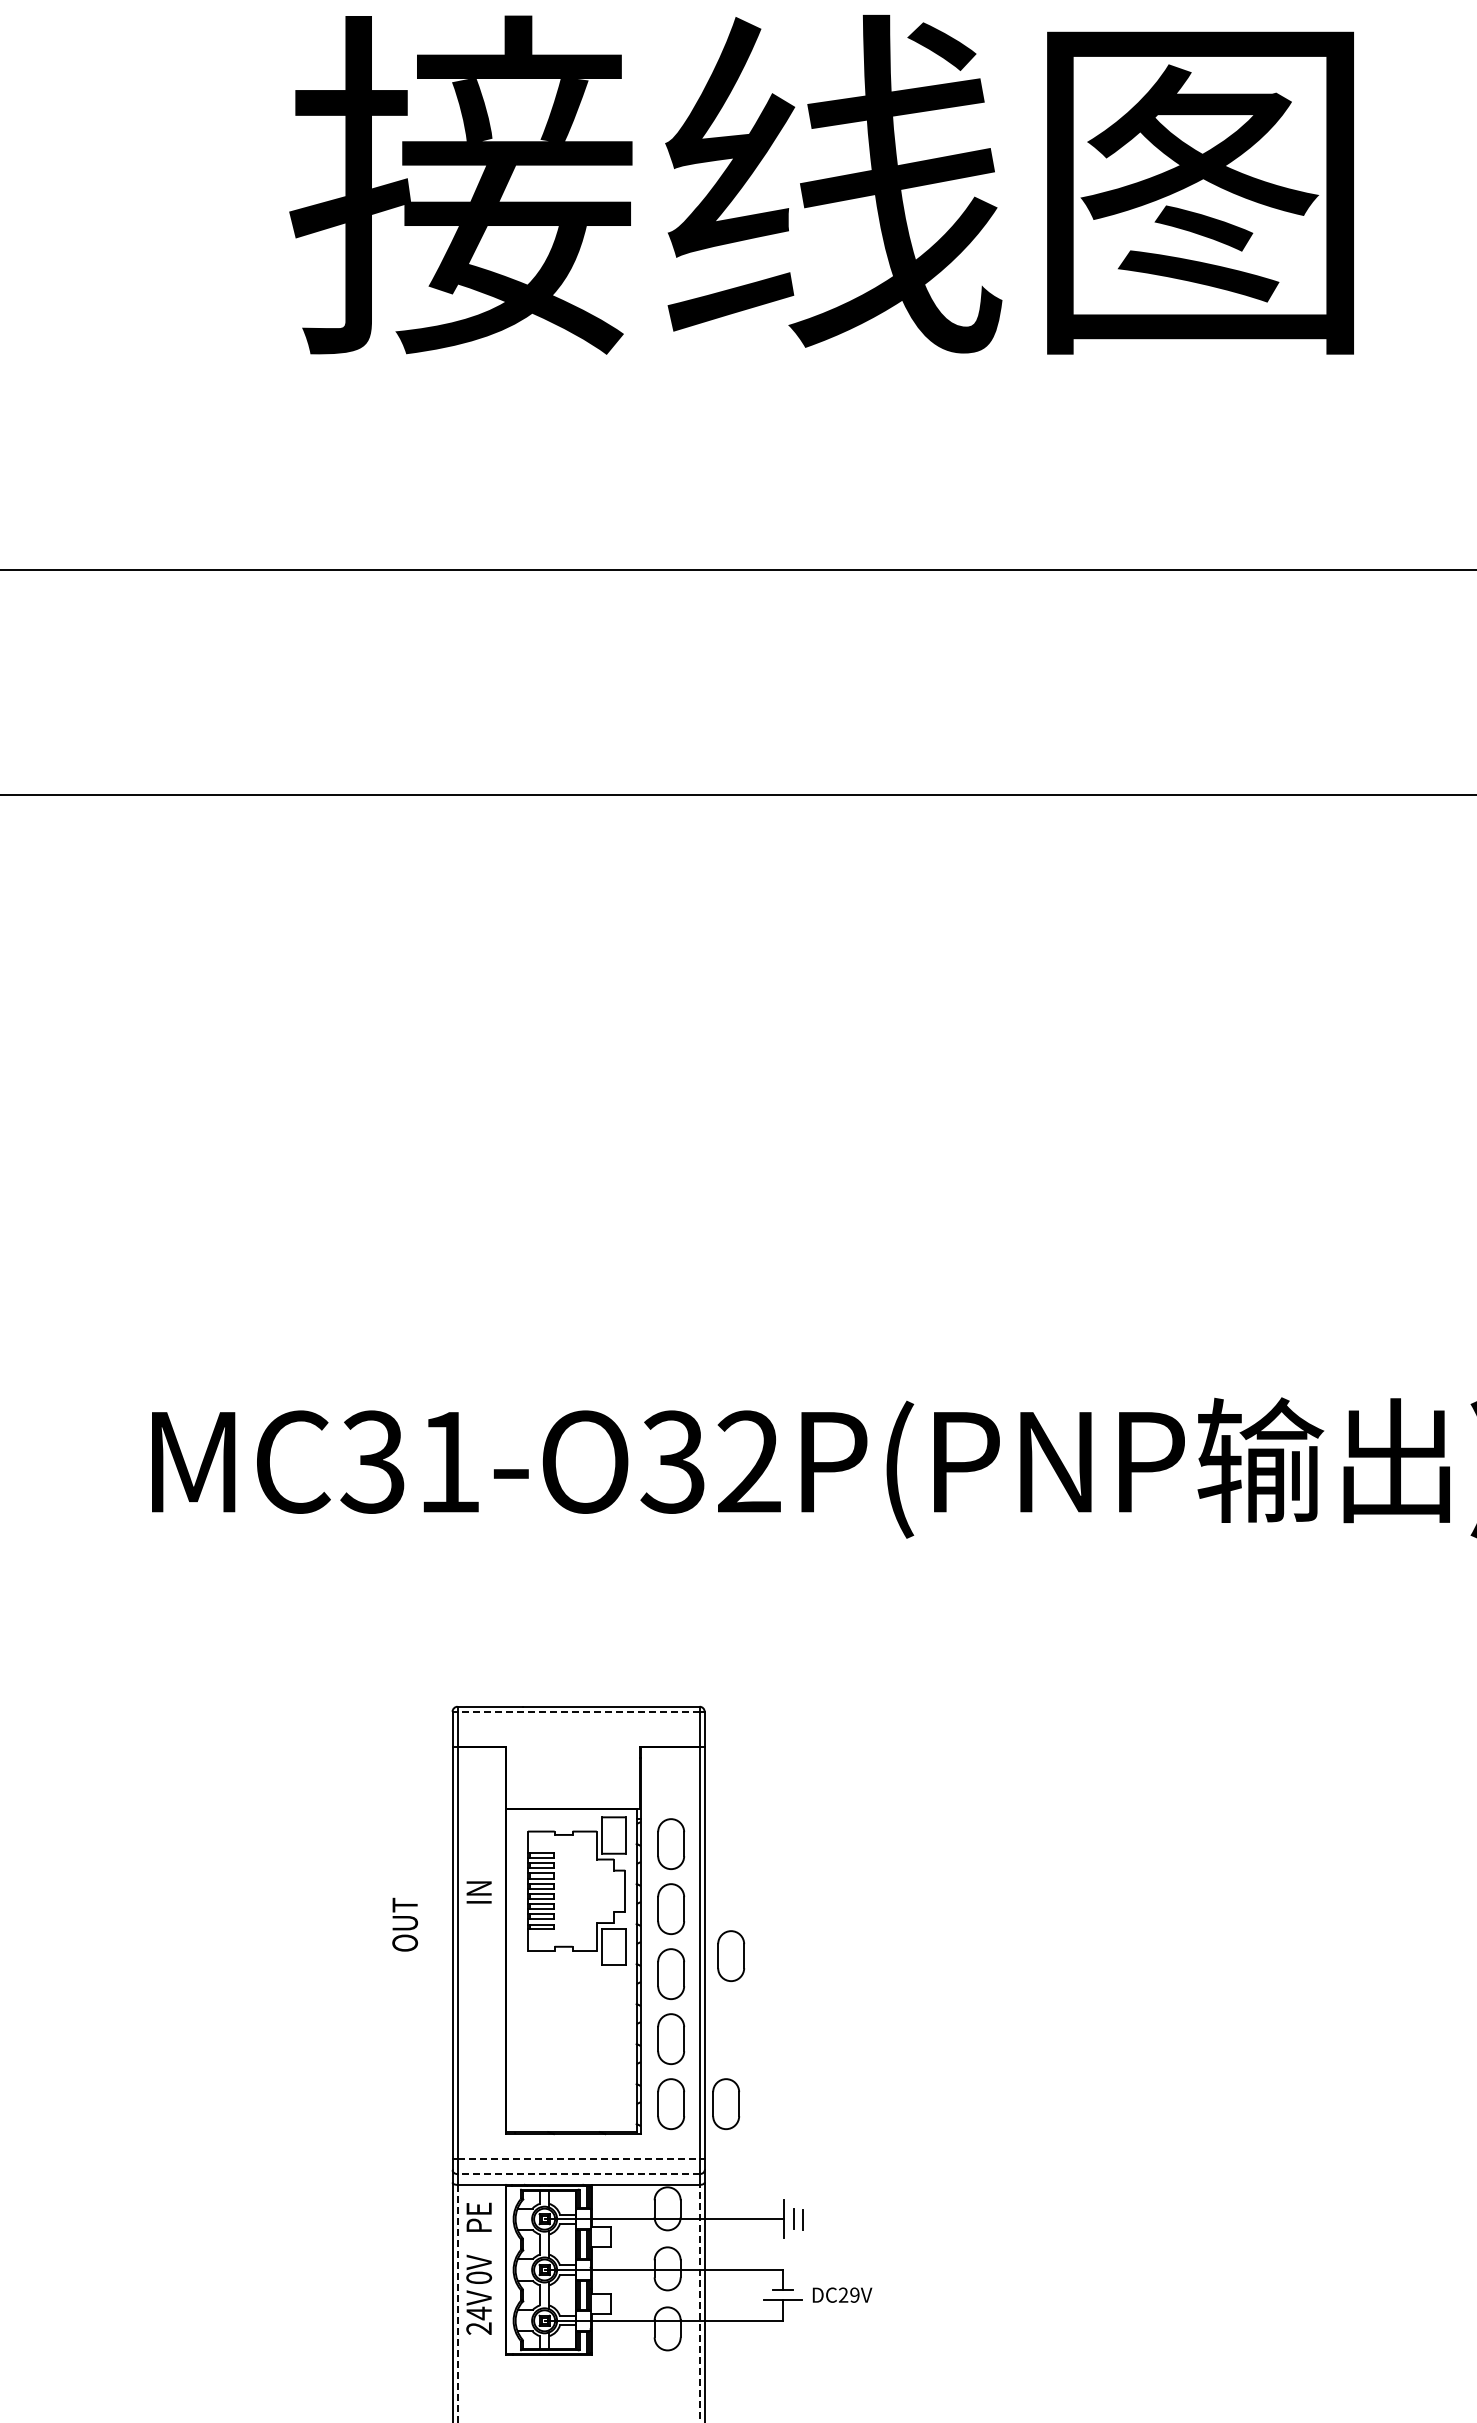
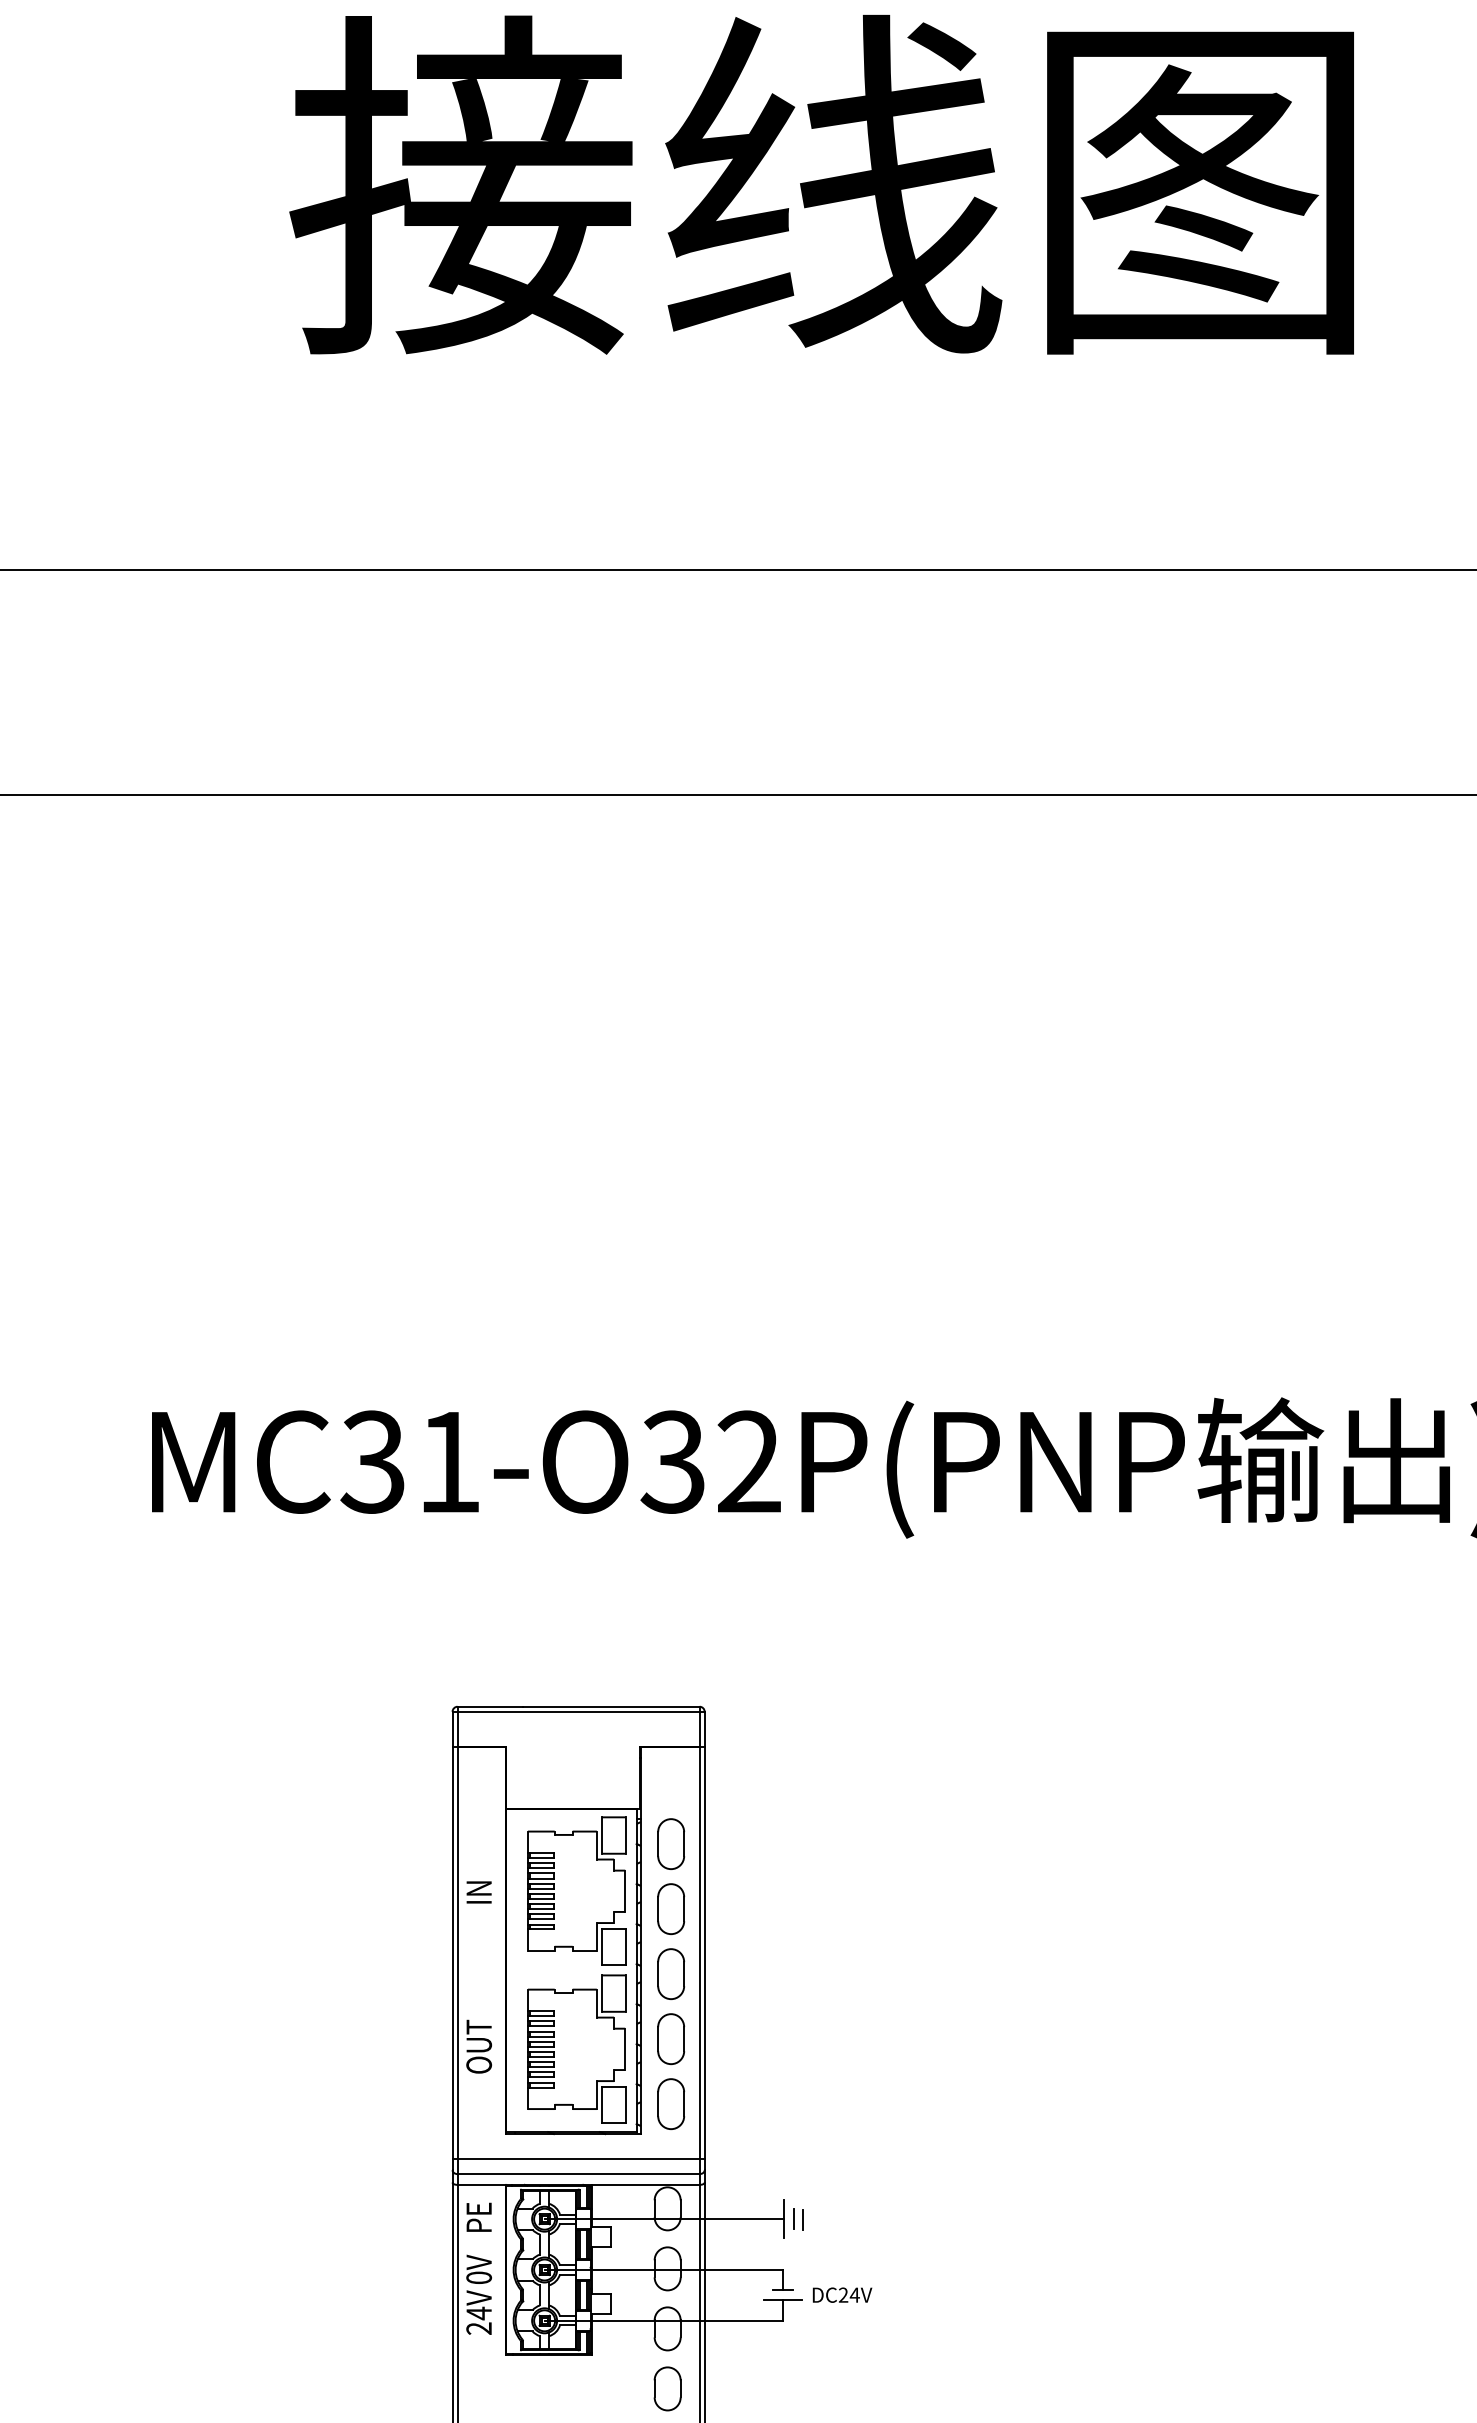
line at (578, 1711): dashed -> solid
text at (404, 1924) position: (404, 1924) -> (478, 2046)
part at (730, 1955): present -> none
part at (576, 2048): none -> present
part at (725, 2103): present -> none
line at (579, 2158): dashed -> solid
line at (578, 2174): dashed -> solid
text at (854, 2294): DC29V -> DC24V
line at (457, 2303): dashed -> solid
line at (699, 2303): dashed -> solid
part at (667, 2388): none -> present
